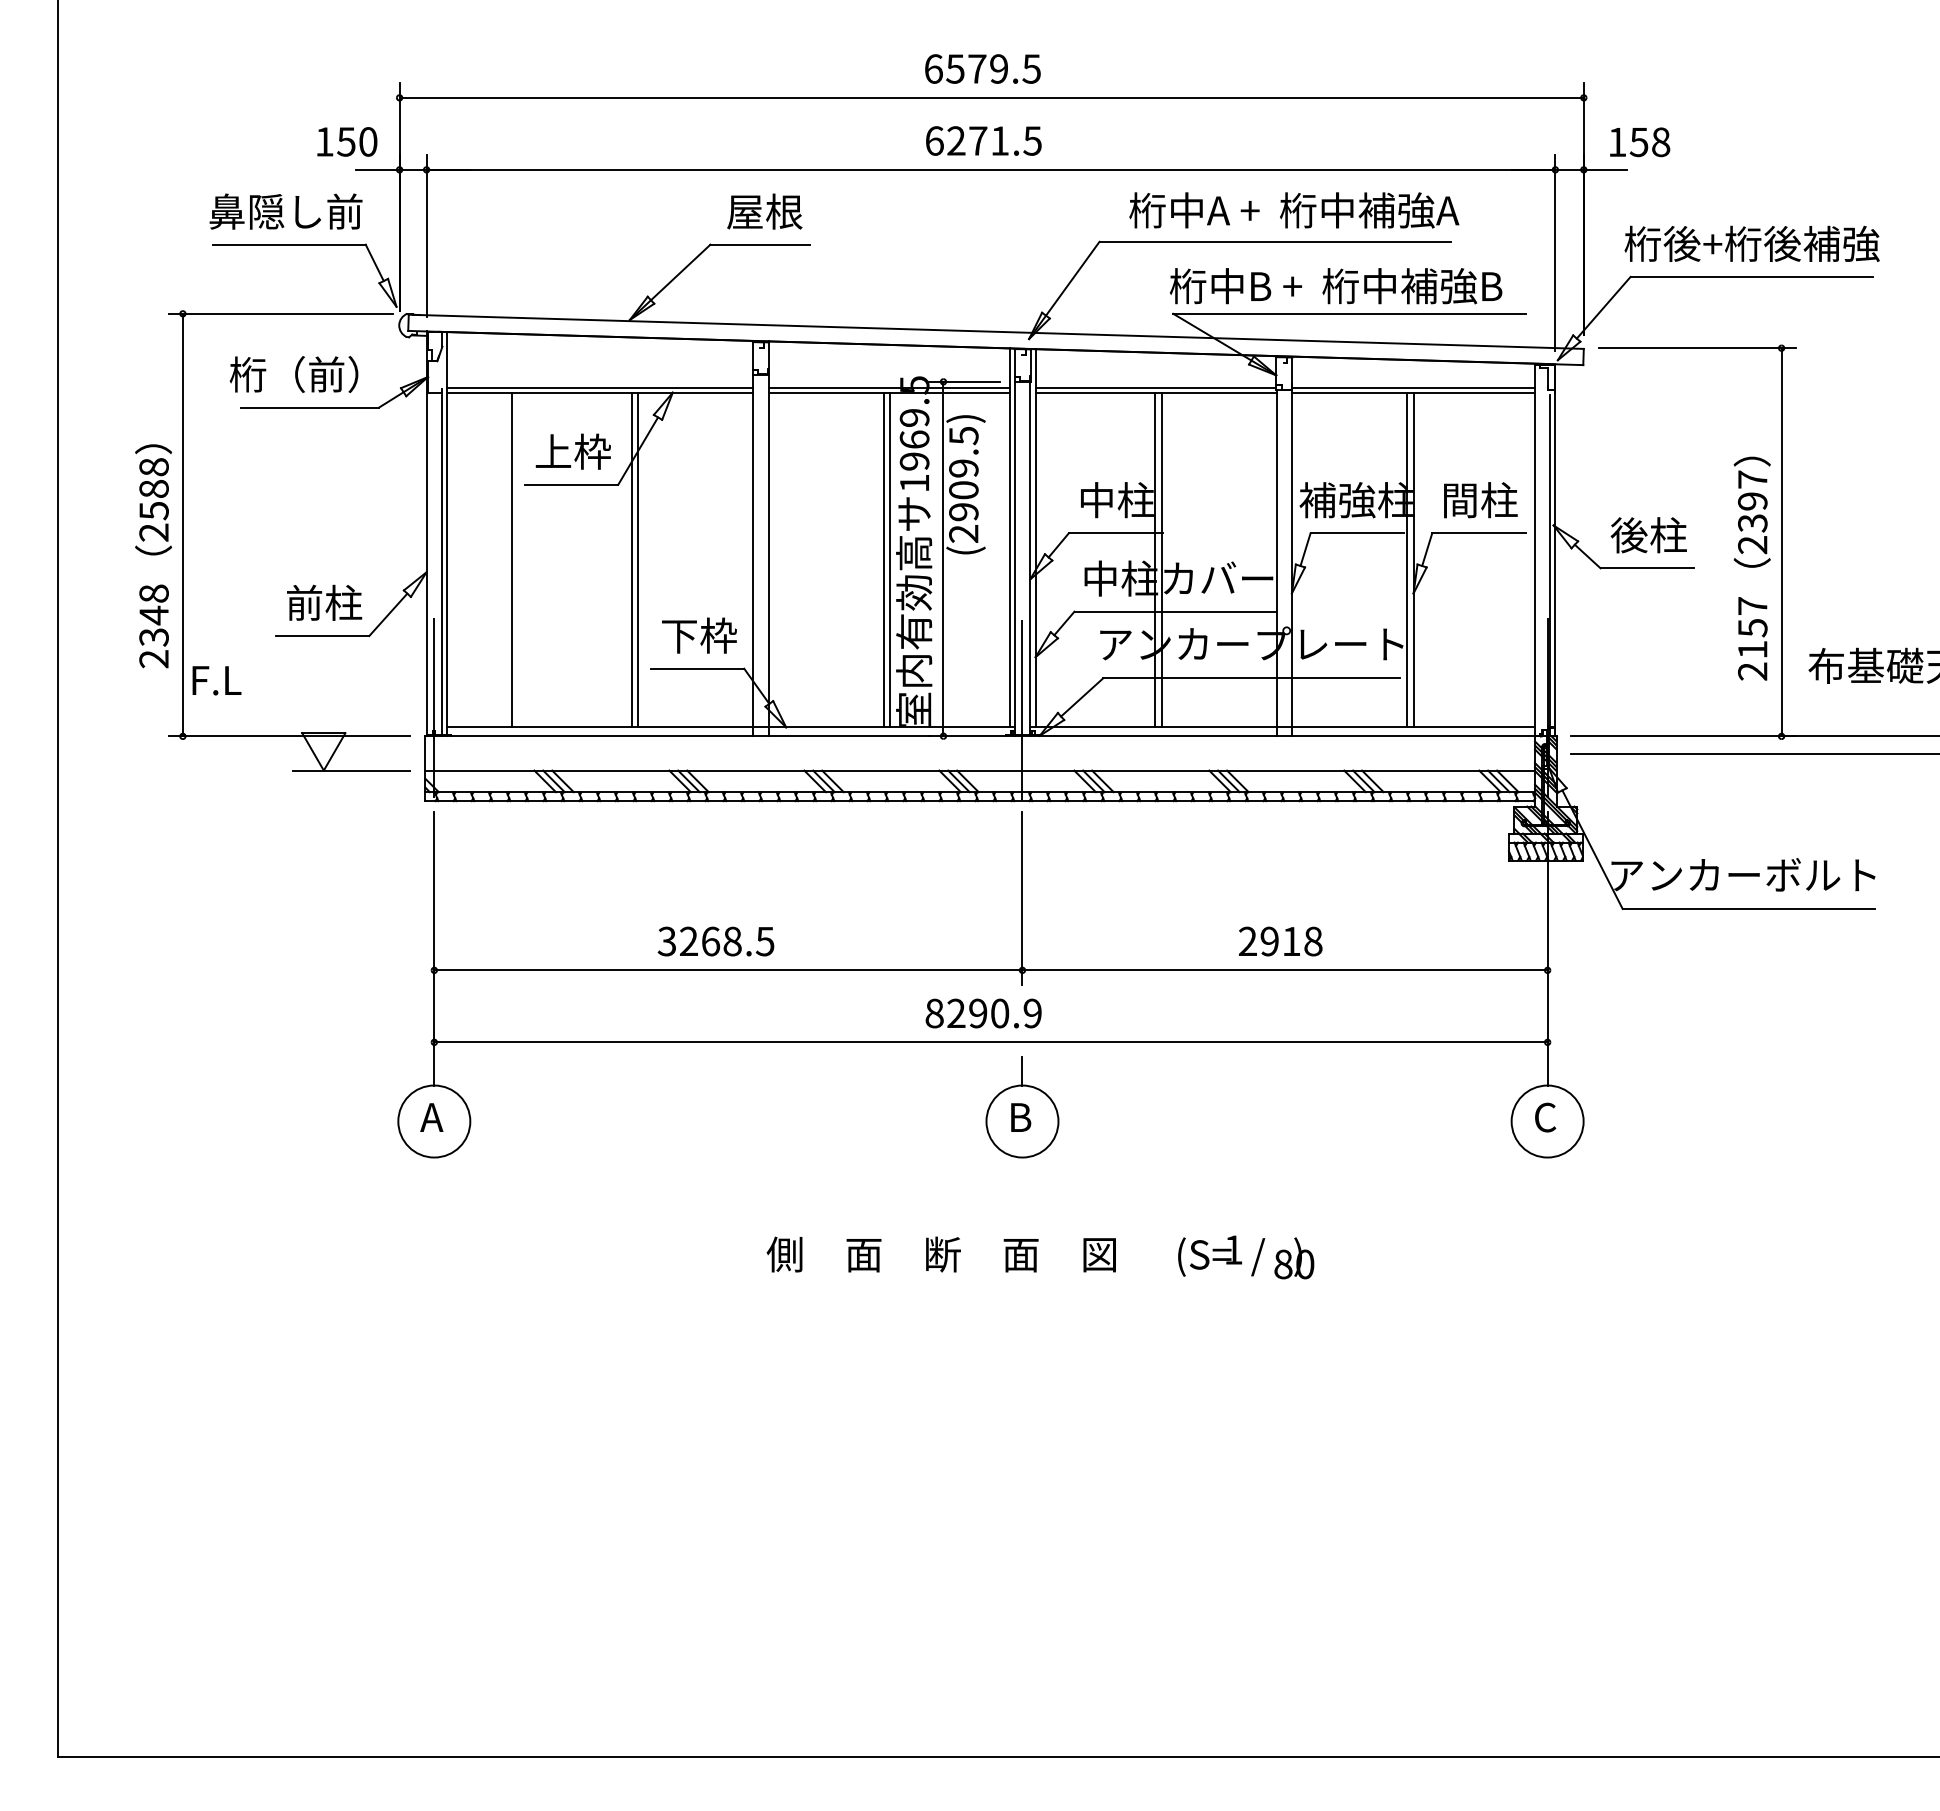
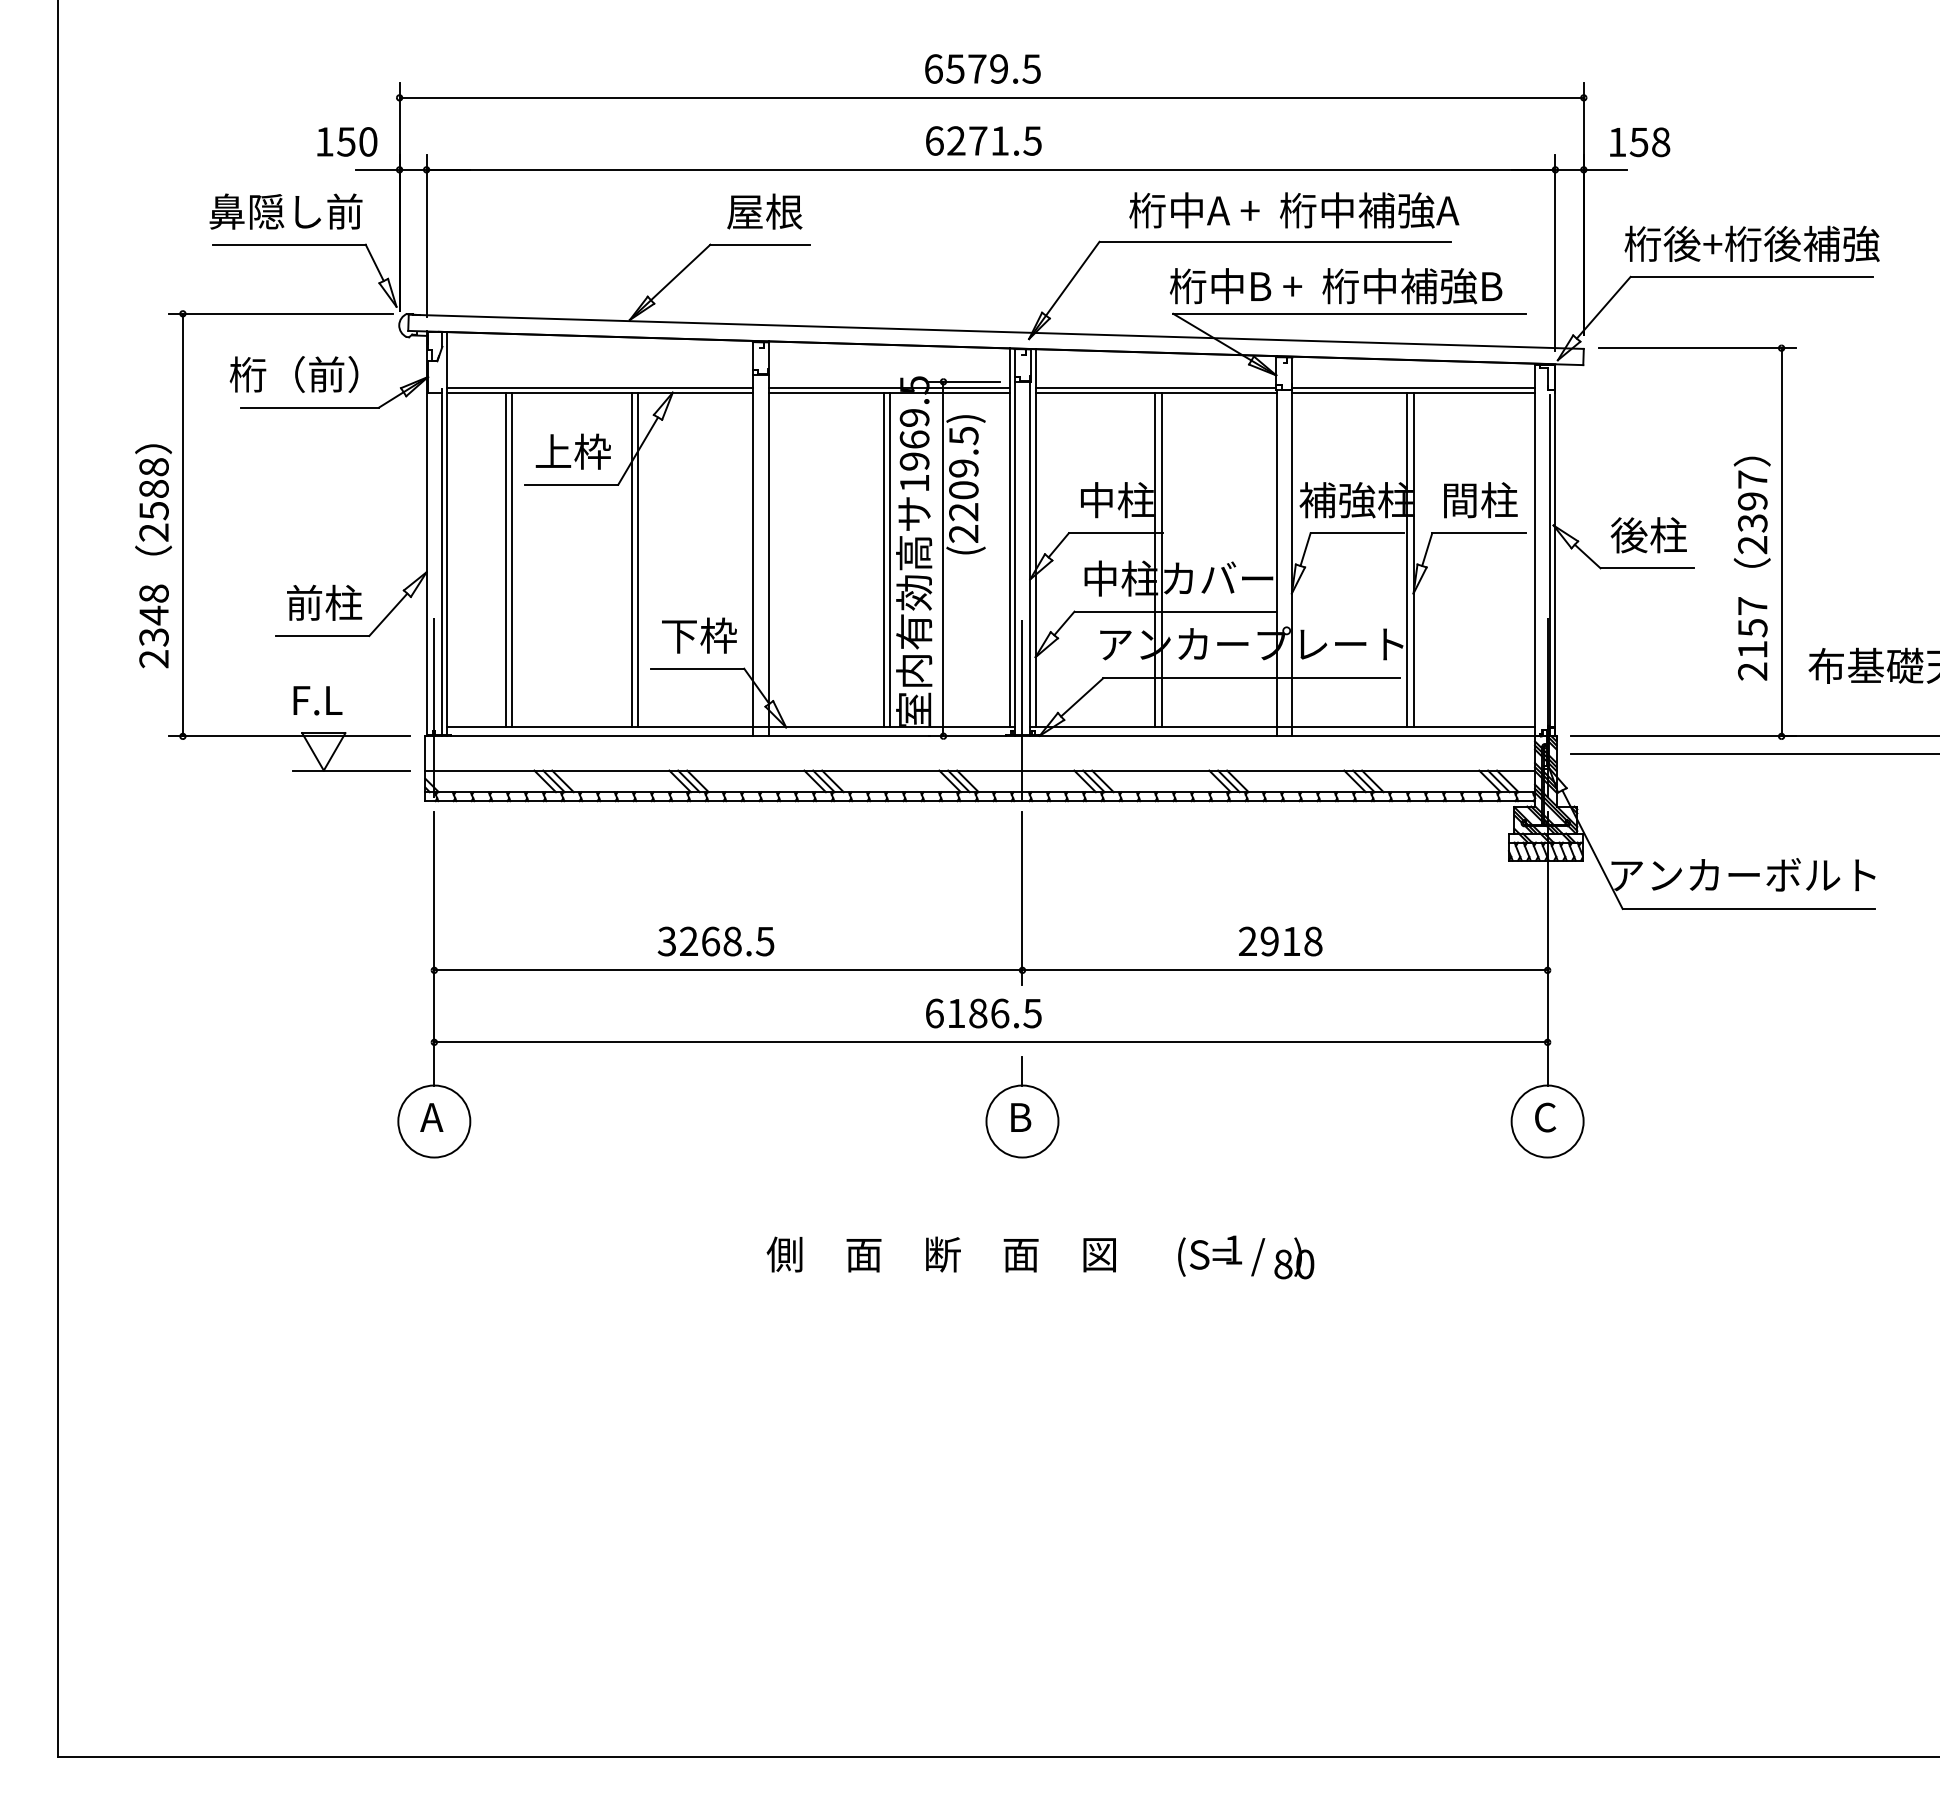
text at (963, 512): (2909.5) -> (2209.5)
line at (505, 559): none -> present
text at (216, 680) position: (216, 680) -> (317, 700)
text at (983, 1013): 8290.9 -> 6186.5
